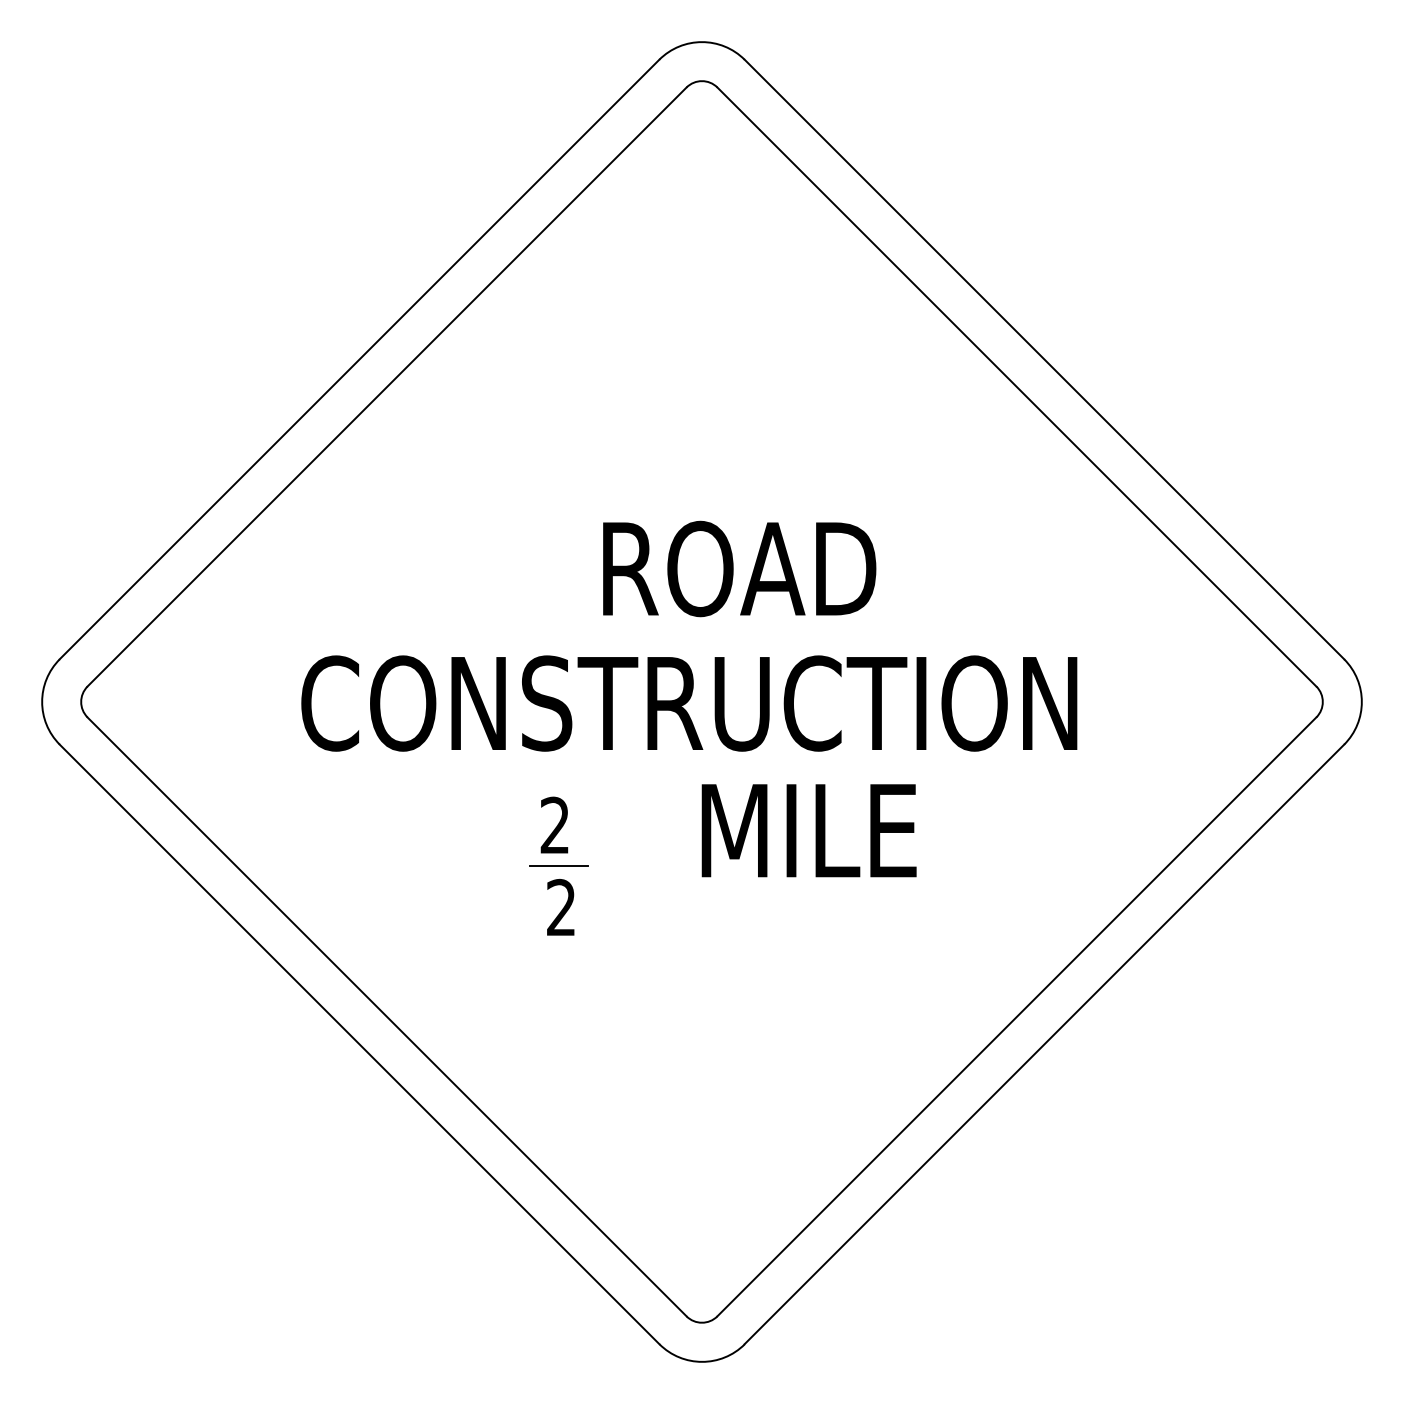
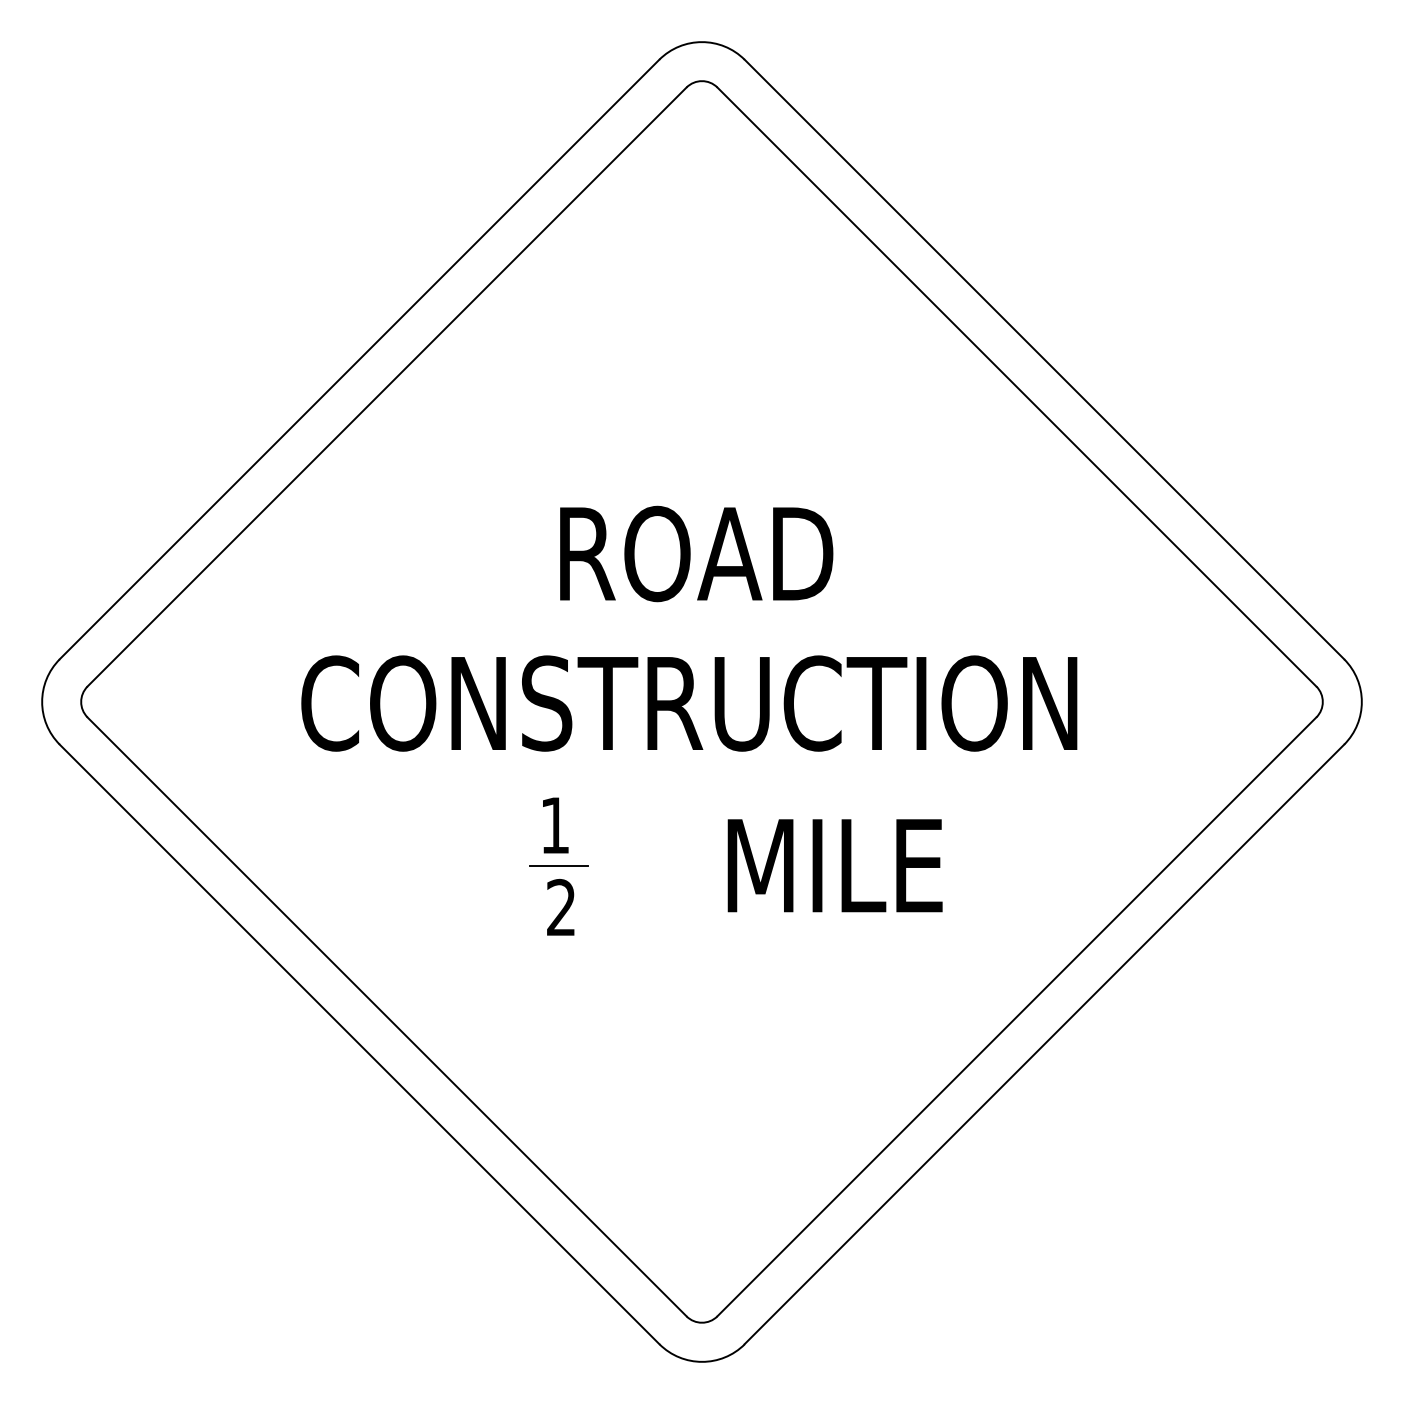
text at (739, 568) position: (739, 568) -> (696, 553)
text at (554, 824): 2 -> 1
text at (808, 830) position: (808, 830) -> (834, 865)
